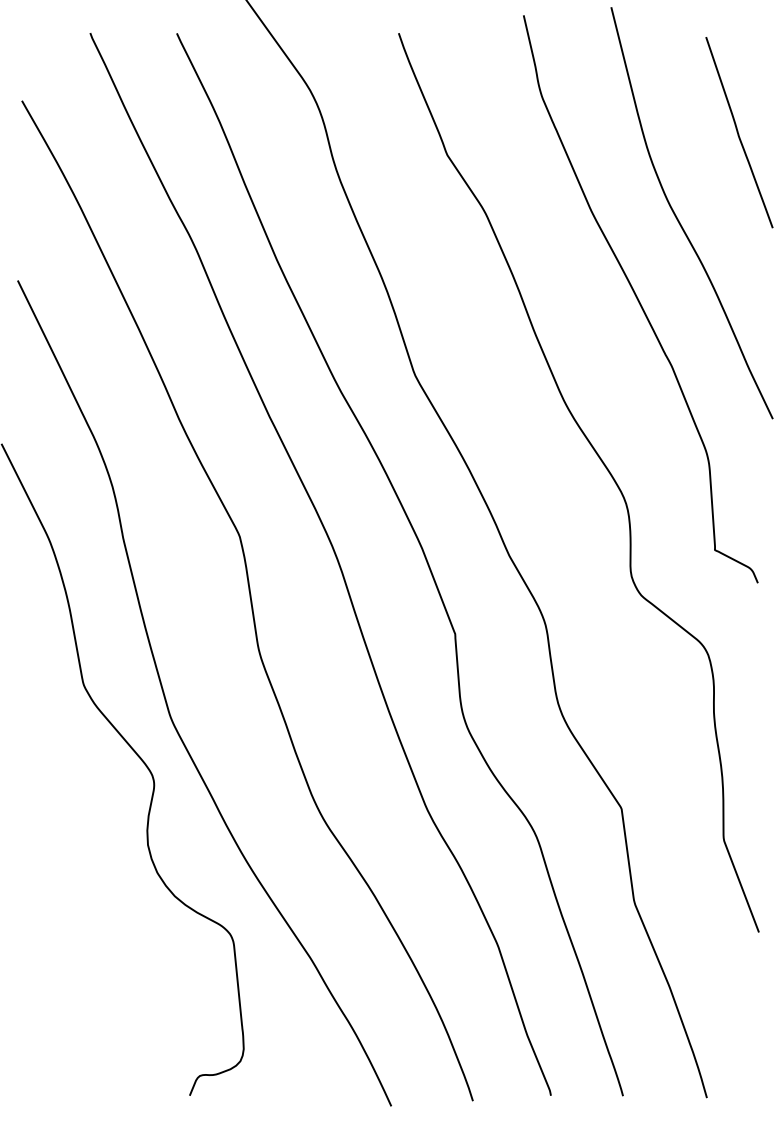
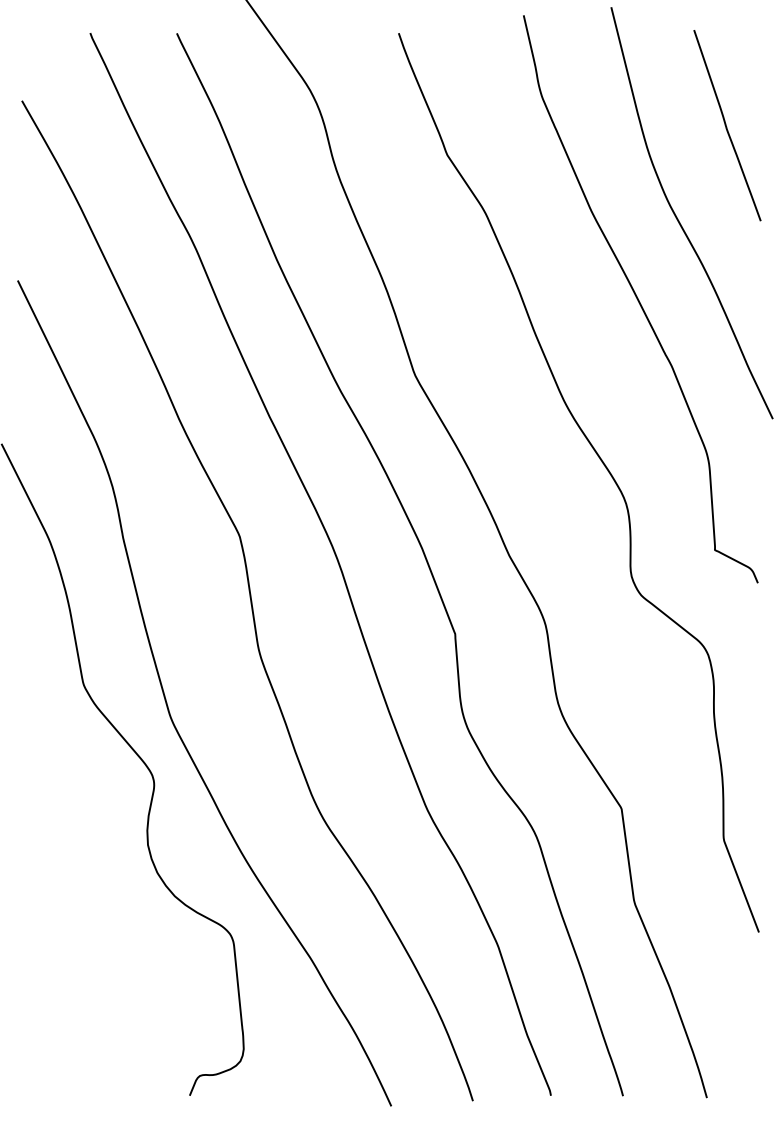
curve at (738, 132) position: (738, 132) -> (726, 125)
